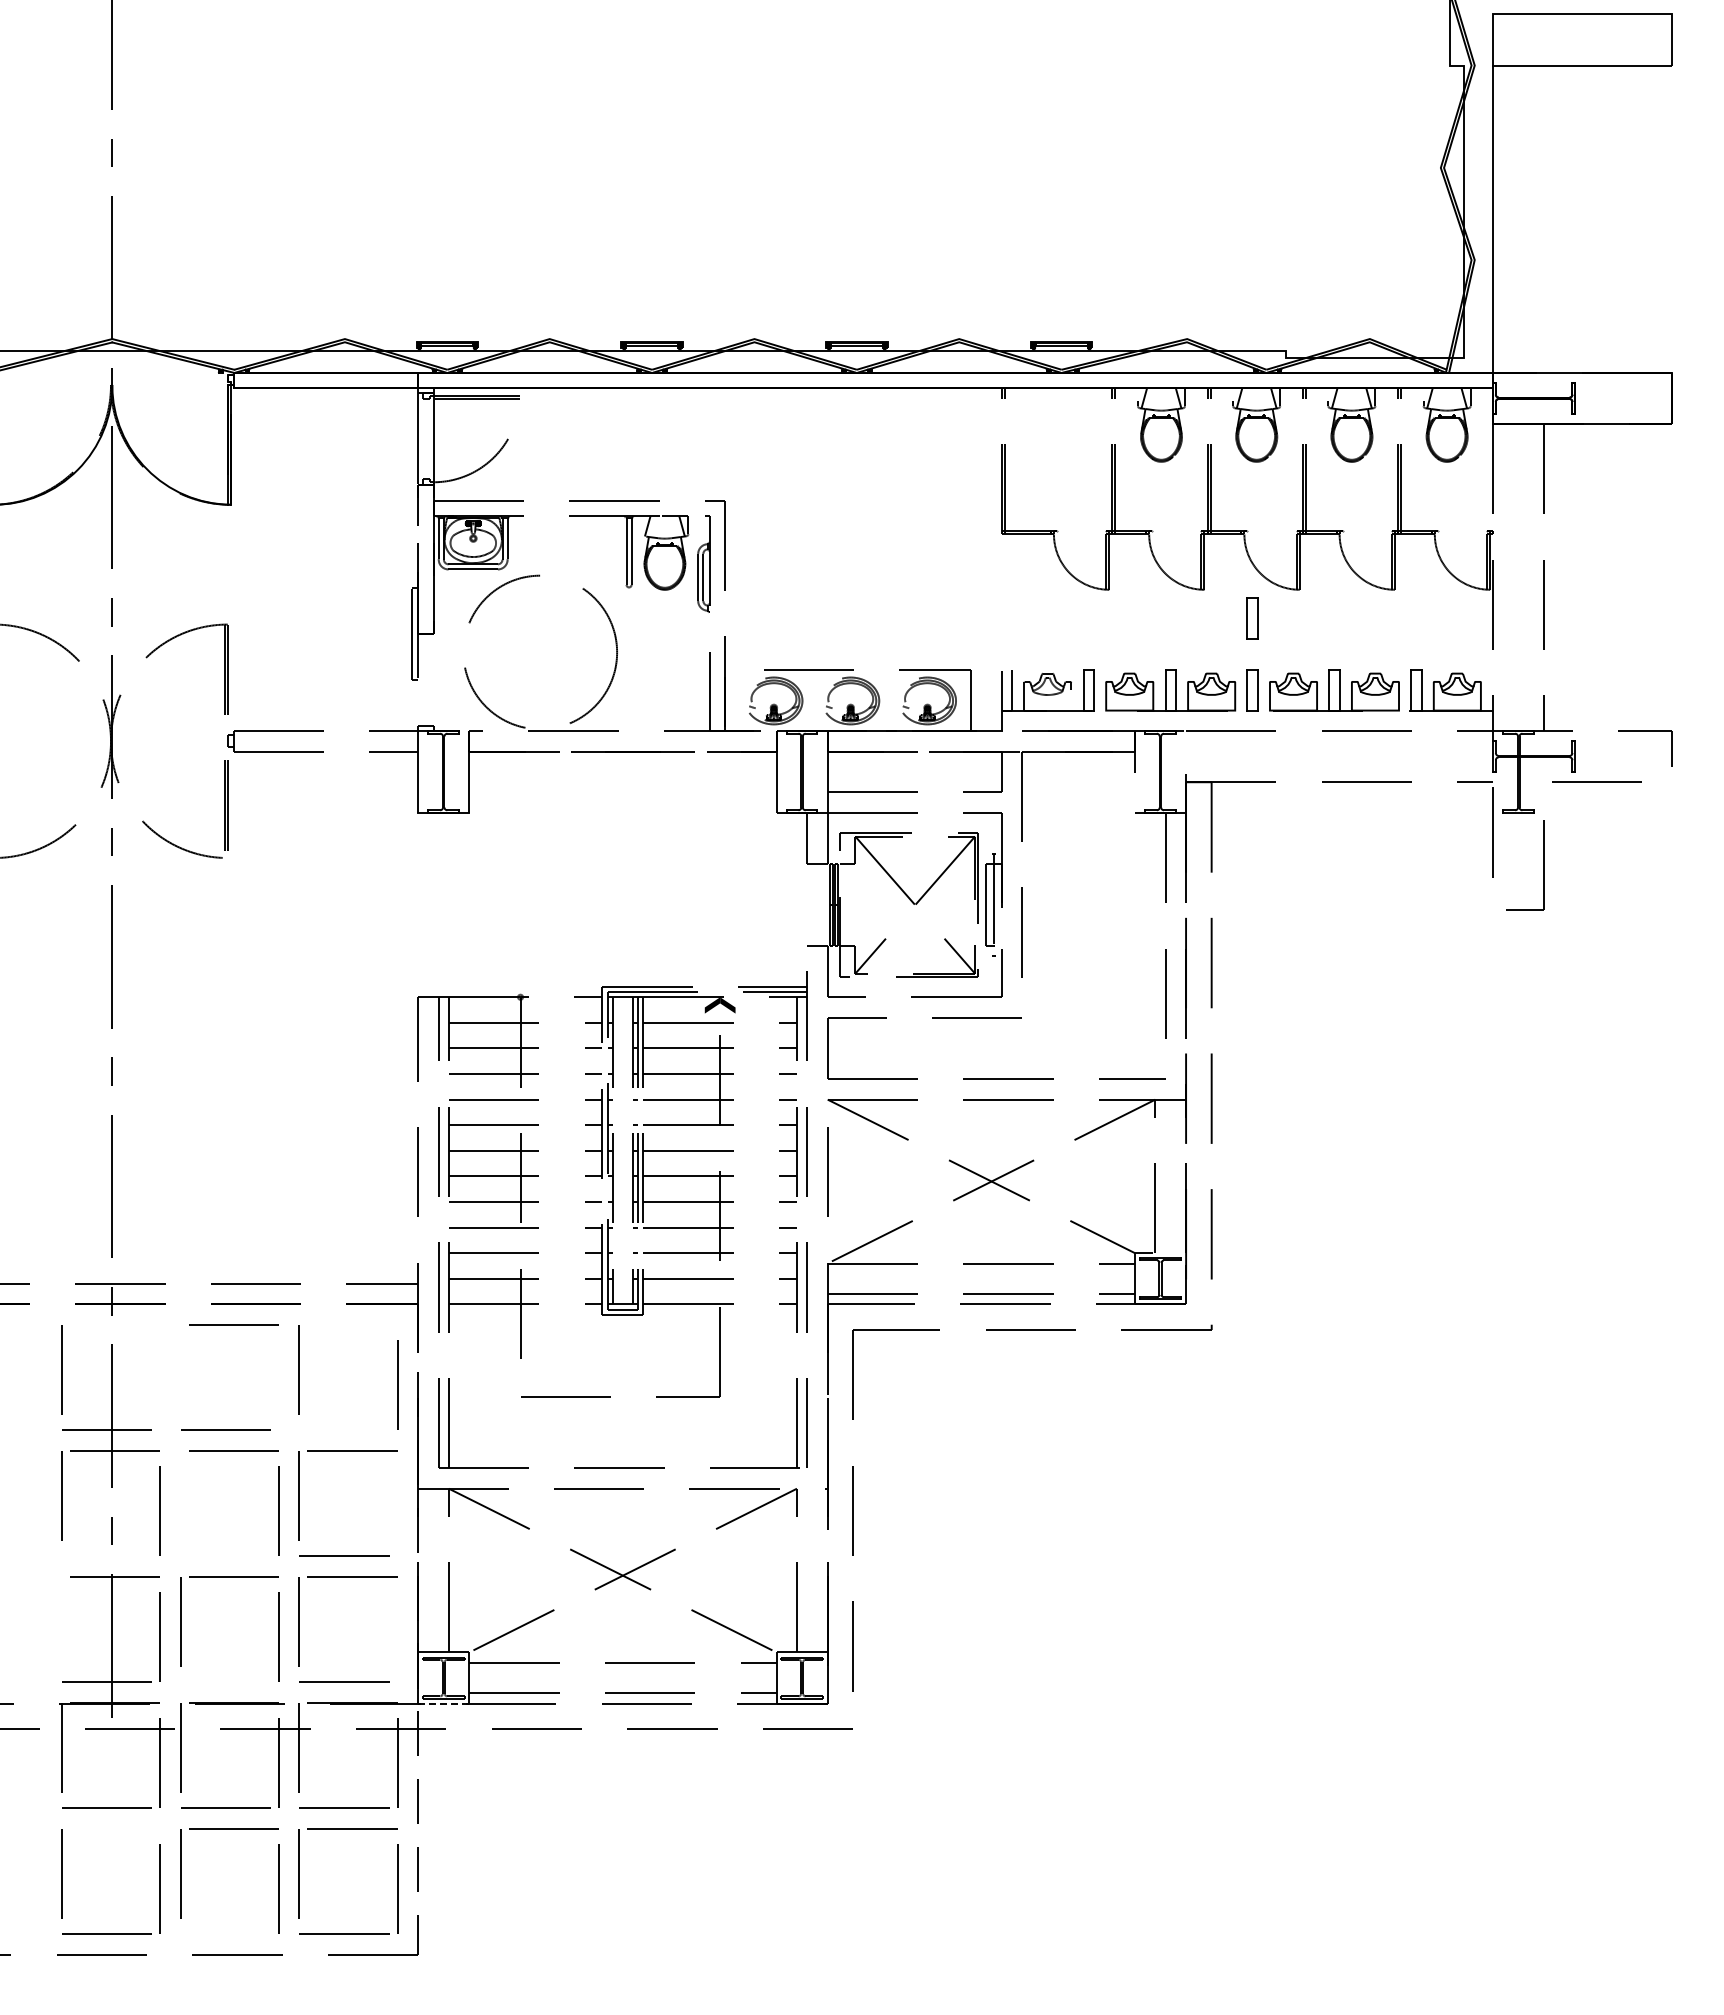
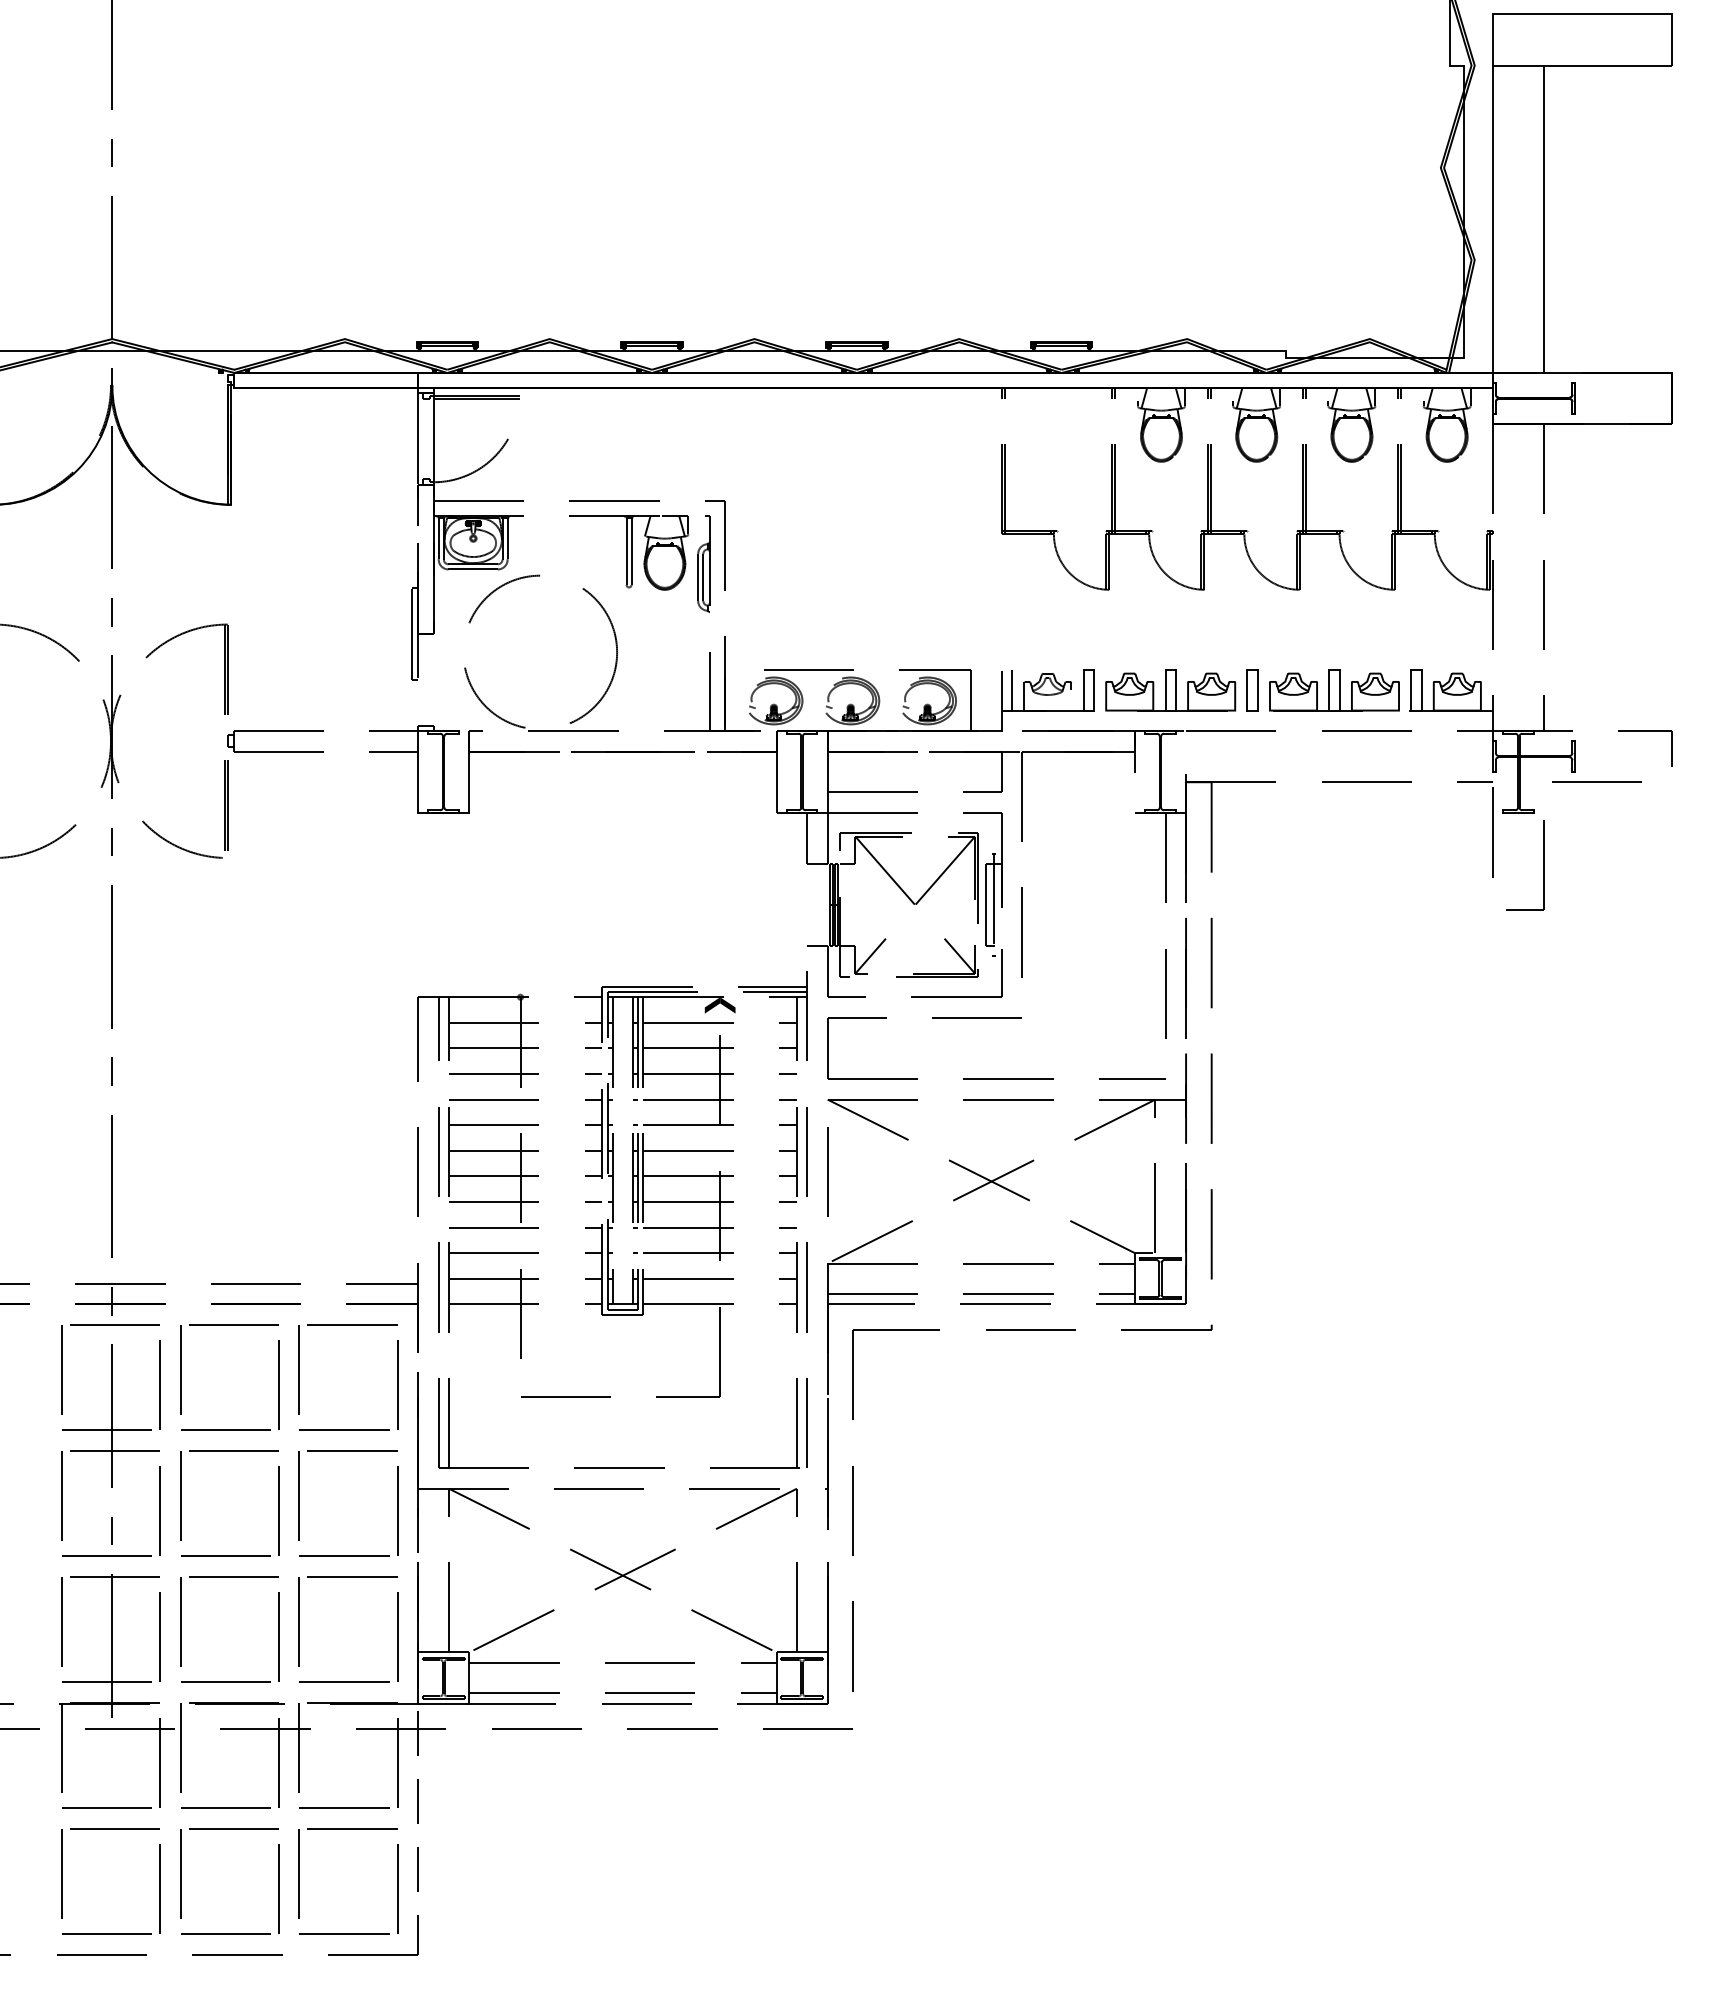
line at (1544, 218): none -> present
part at (1252, 618): present -> none
line at (114, 1324): none -> present
line at (352, 1324): none -> present
line at (180, 1369): none -> present
line at (159, 1384): none -> present
line at (278, 1384): none -> present
line at (344, 1429): none -> present
line at (180, 1495): none -> present
line at (397, 1510): none -> present
line at (106, 1555): none -> present
line at (225, 1555): none -> present
line at (61, 1621): none -> present
line at (397, 1636): none -> present
line at (225, 1681): none -> present
line at (443, 1703): dashed -> solid
line at (114, 1828): none -> present
line at (225, 1933): none -> present
